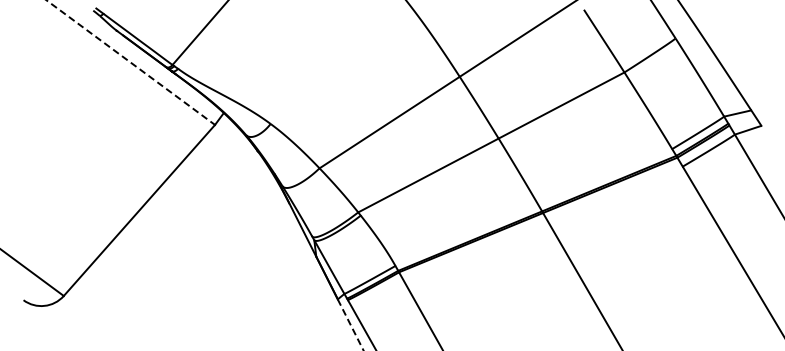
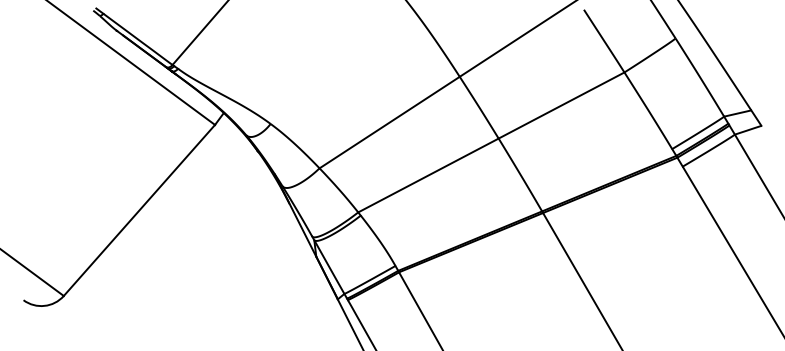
line at (130, 62): dashed -> solid
line at (350, 325): dashed -> solid
